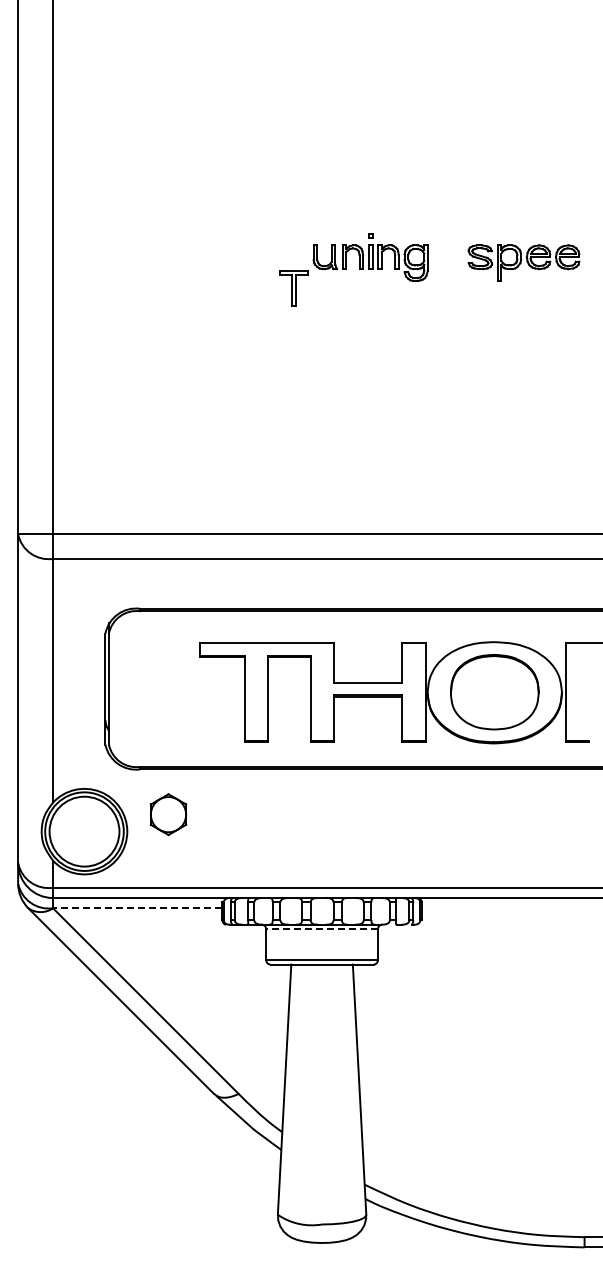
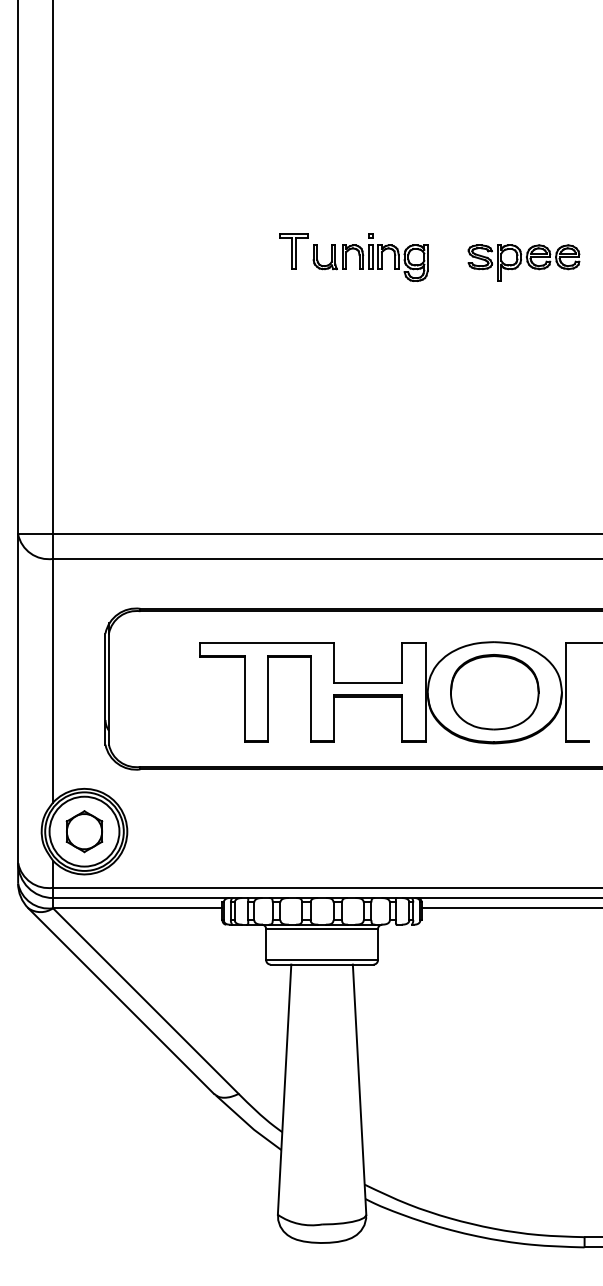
part at (293, 288) position: (293, 288) -> (293, 251)
part at (168, 814) position: (168, 814) -> (84, 831)
line at (137, 908): dashed -> solid
line at (510, 908): none -> present
line at (322, 929): dashed -> solid
